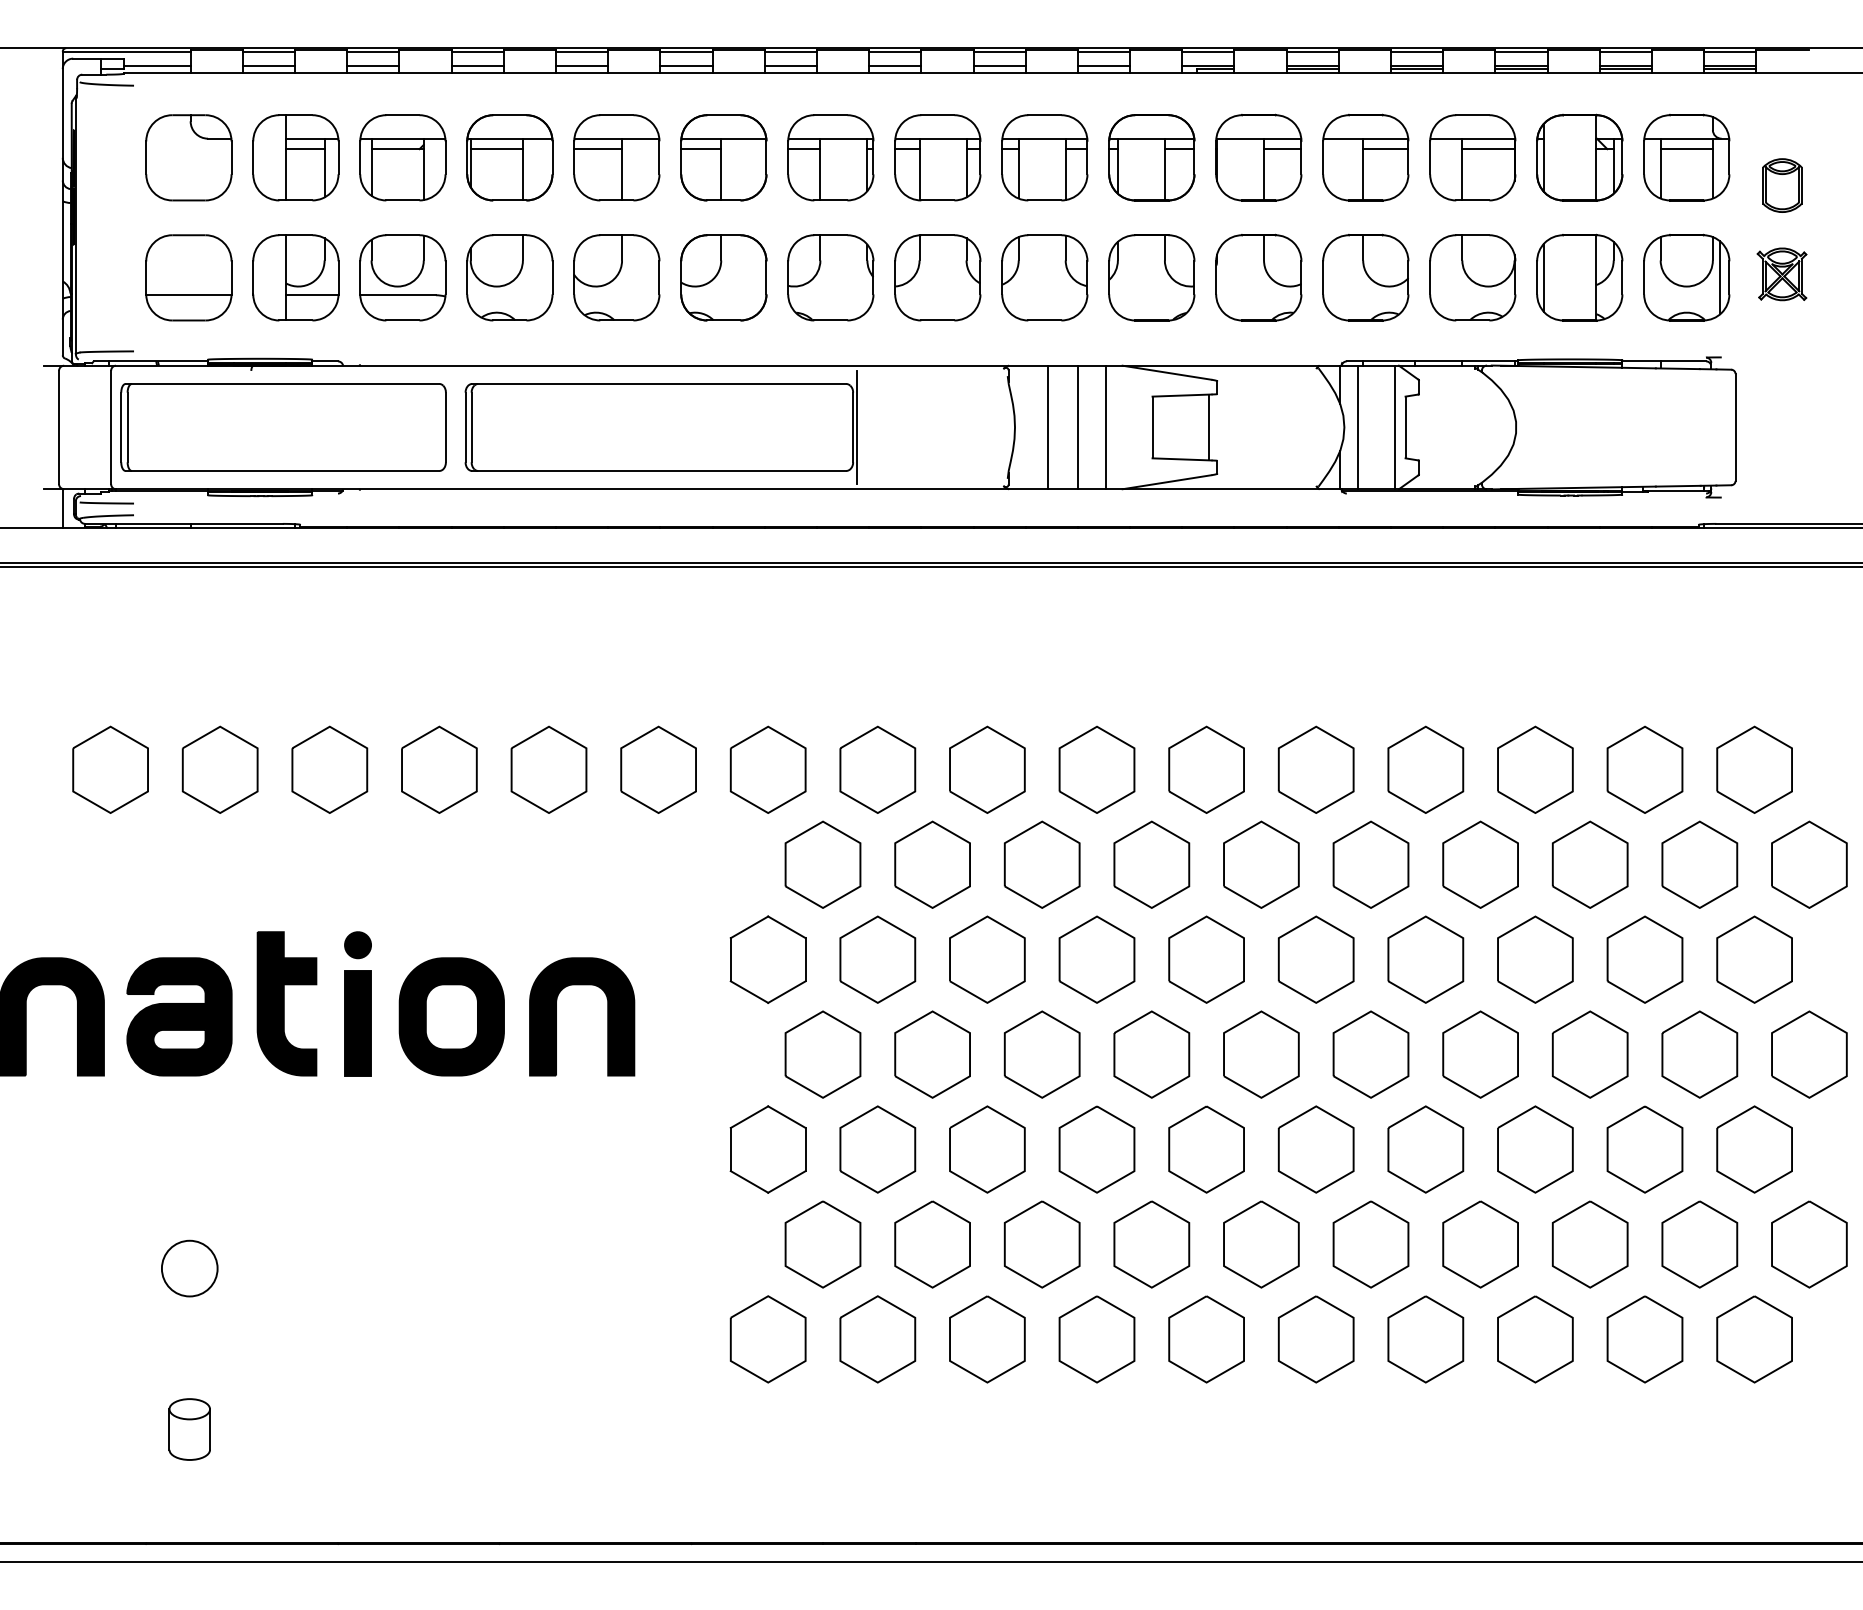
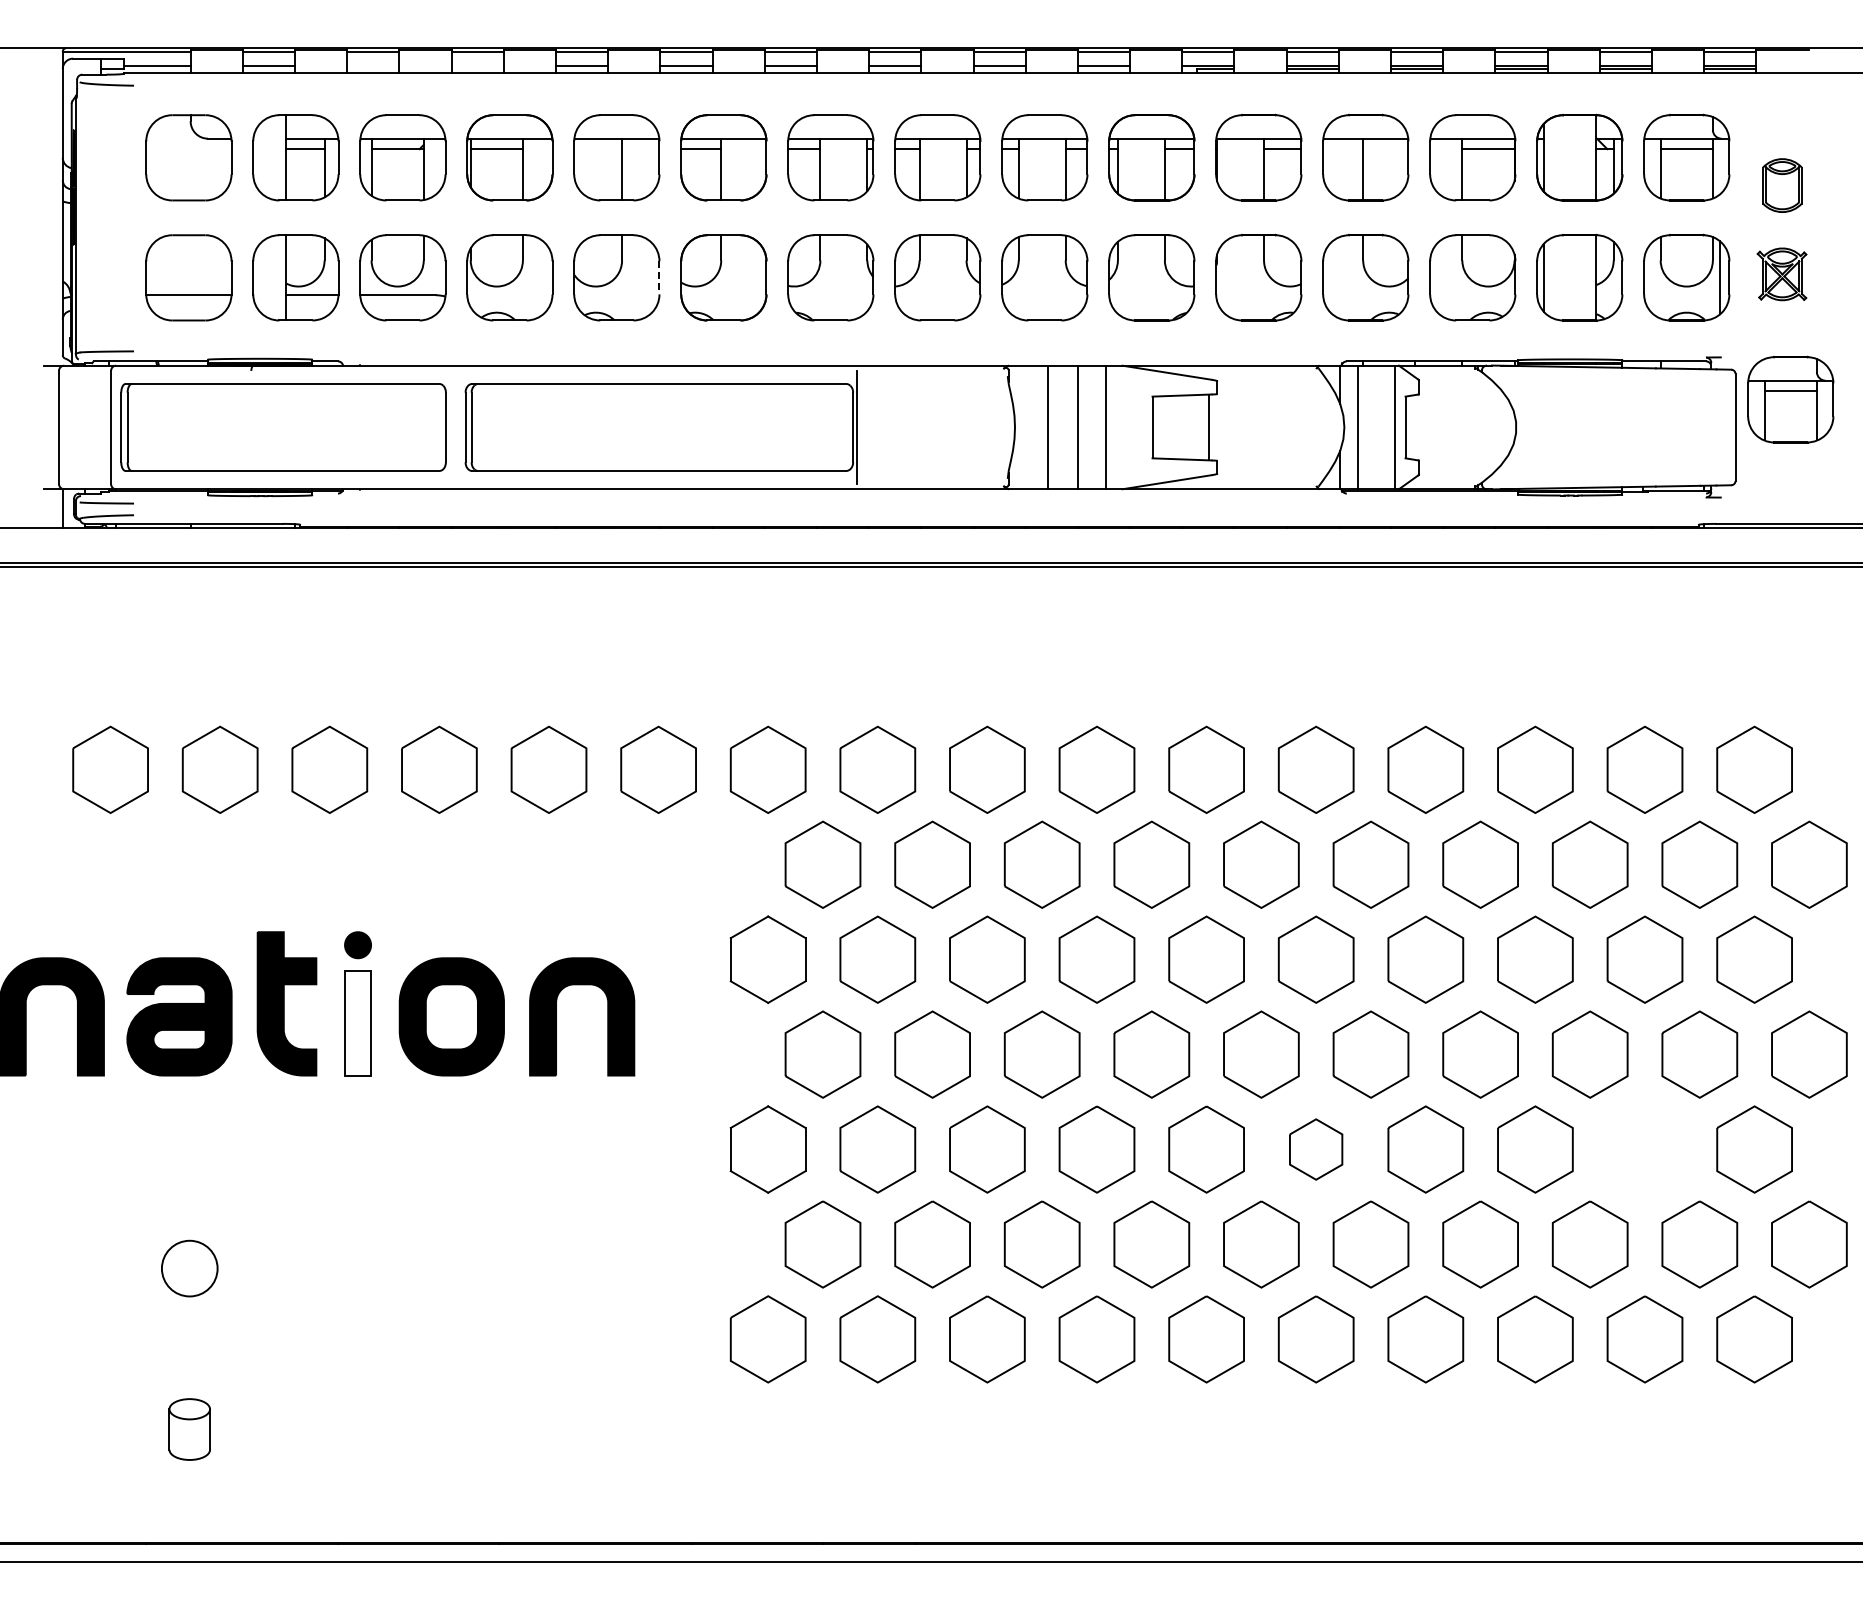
line at (373, 65): present -> none
line at (477, 65): present -> none
line at (598, 149): present -> none
line at (1385, 149): present -> none
line at (659, 277): solid -> dashed
part at (1790, 399): none -> present
fill at (358, 1023): present -> none
part at (1315, 1149) size: 78x89 px -> 55x63 px
part at (1644, 1149): present -> none
